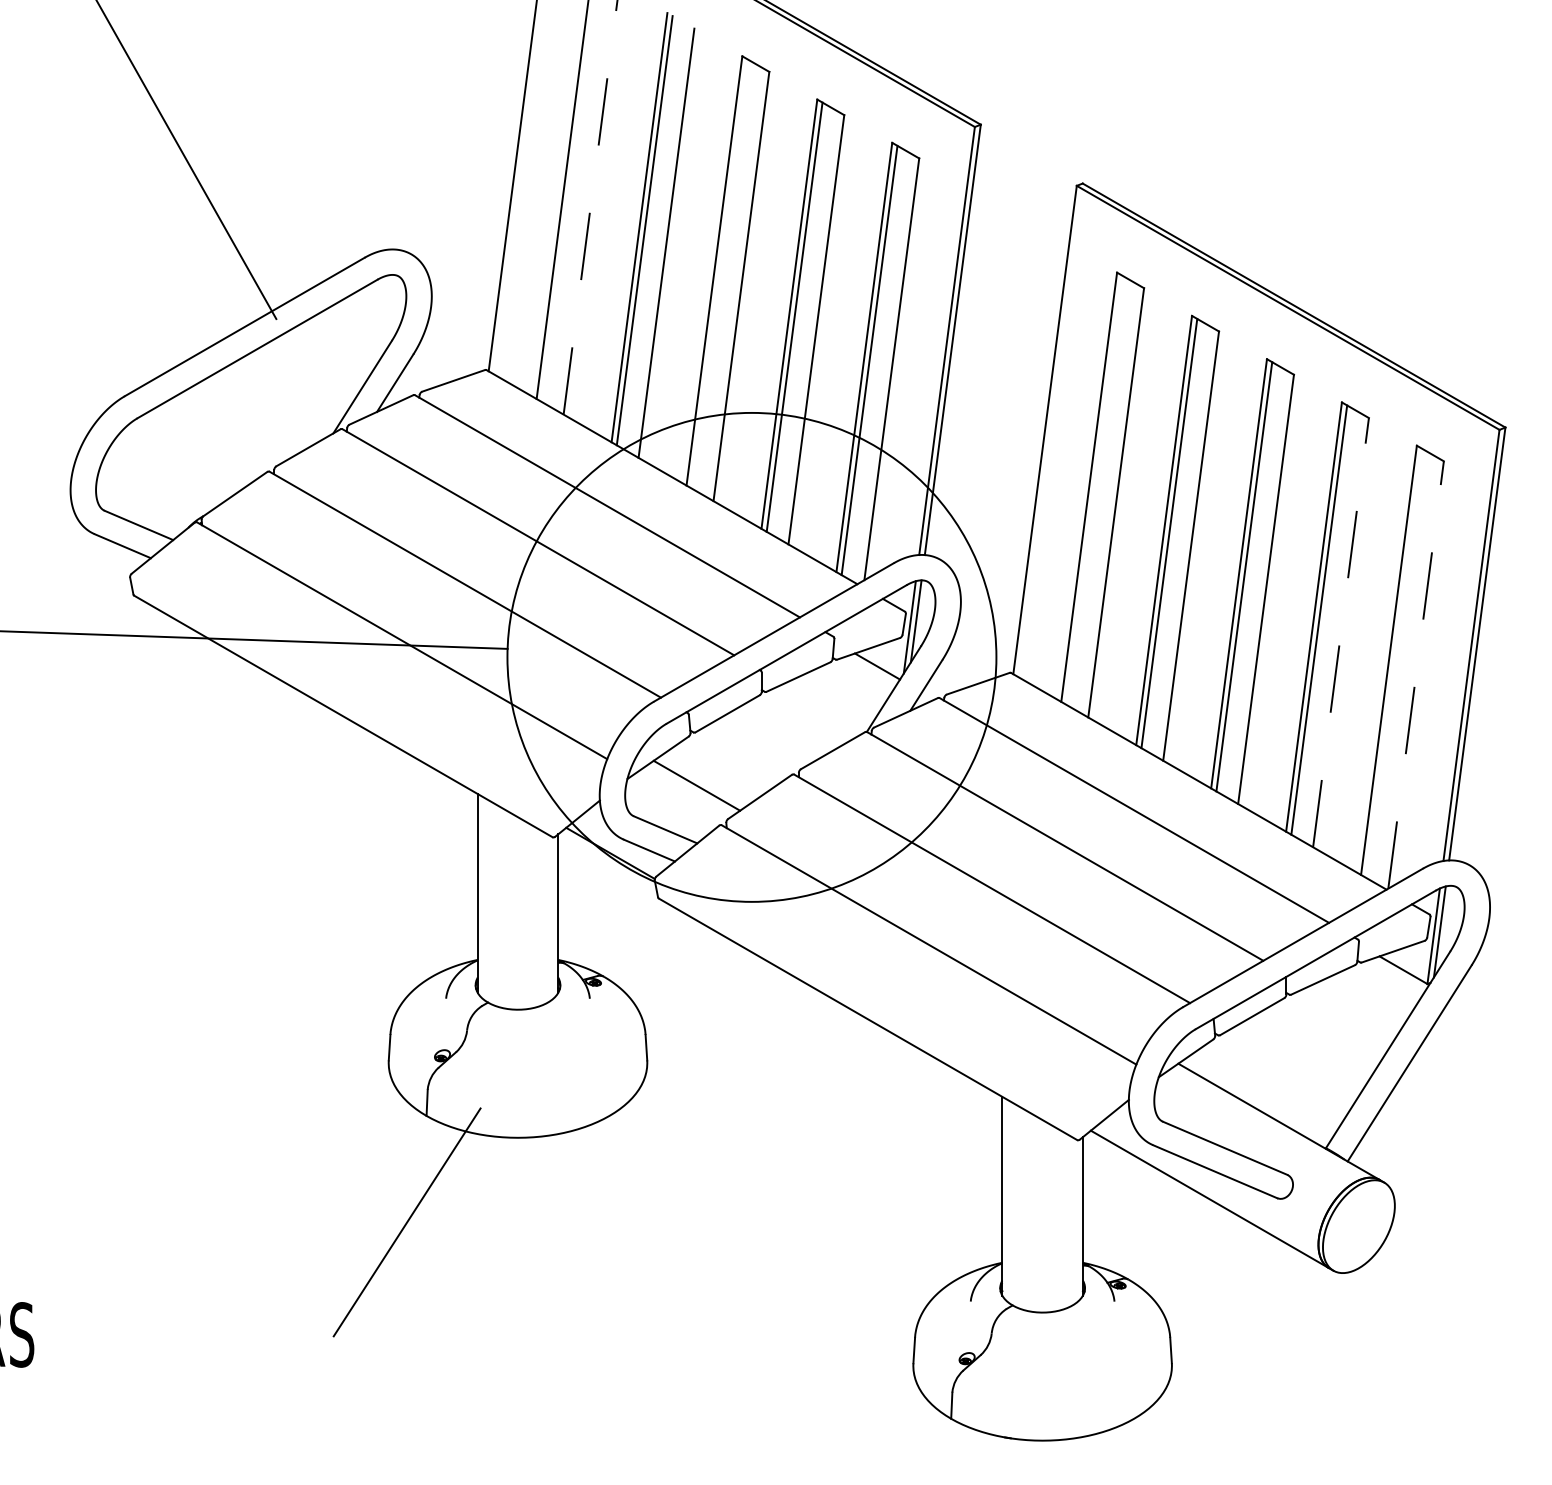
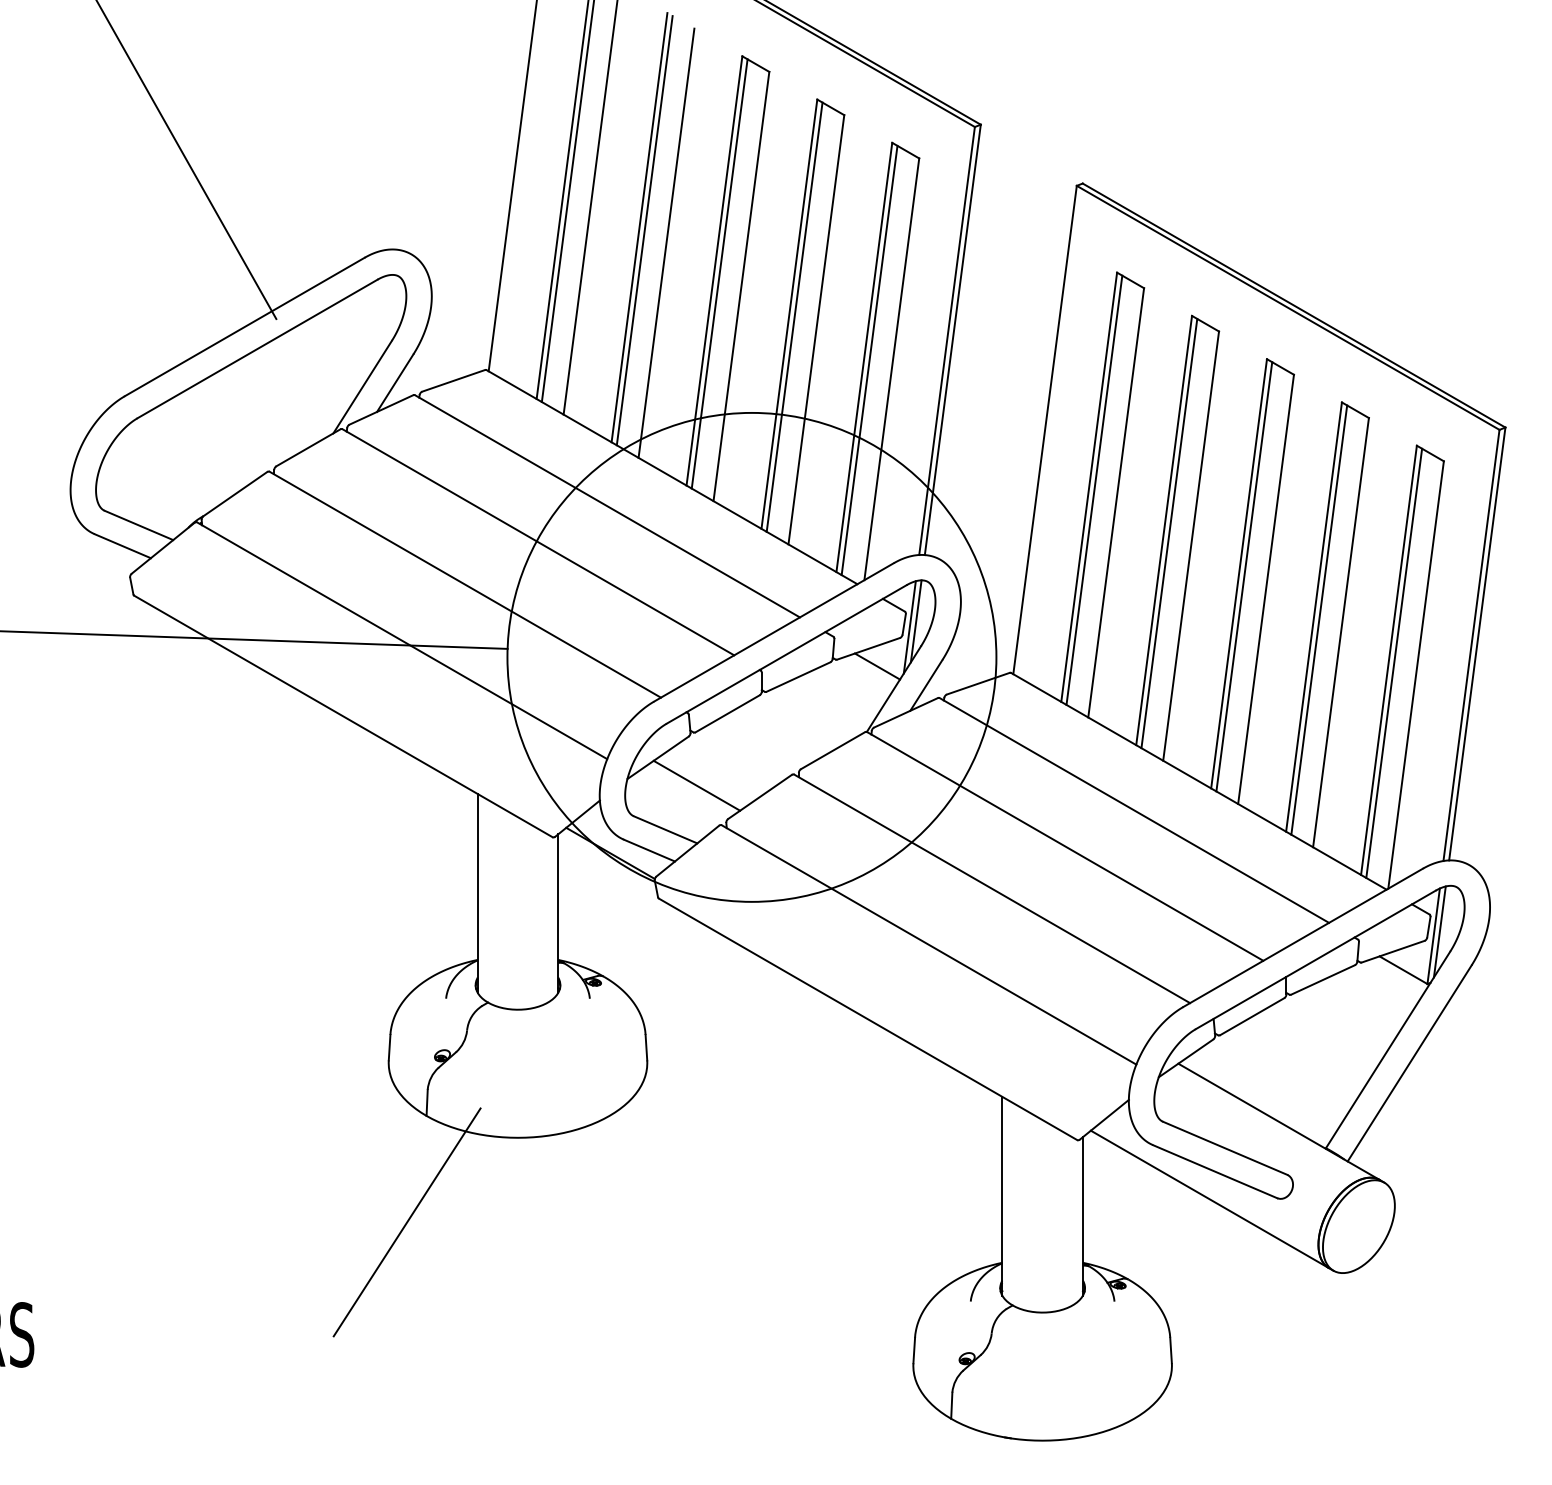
line at (567, 202): none -> present
line at (590, 207): dashed -> solid
line at (719, 273): none -> present
line at (1094, 489): none -> present
line at (1341, 632): dashed -> solid
line at (1394, 662): none -> present
line at (1416, 674): dashed -> solid
